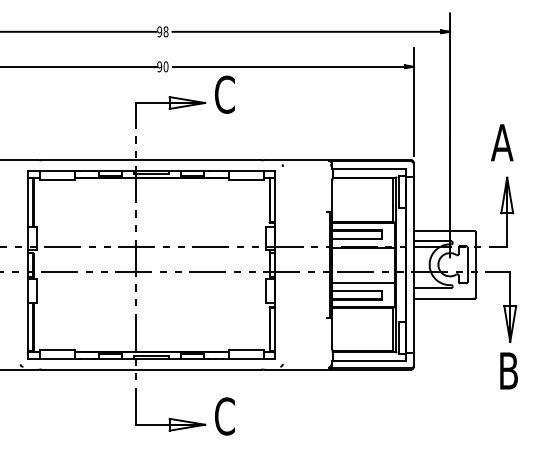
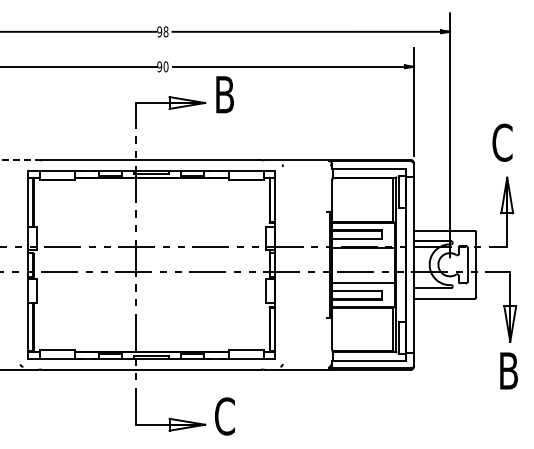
text at (224, 94): C -> B
text at (502, 142): A -> C
line at (19, 160): solid -> dashed
